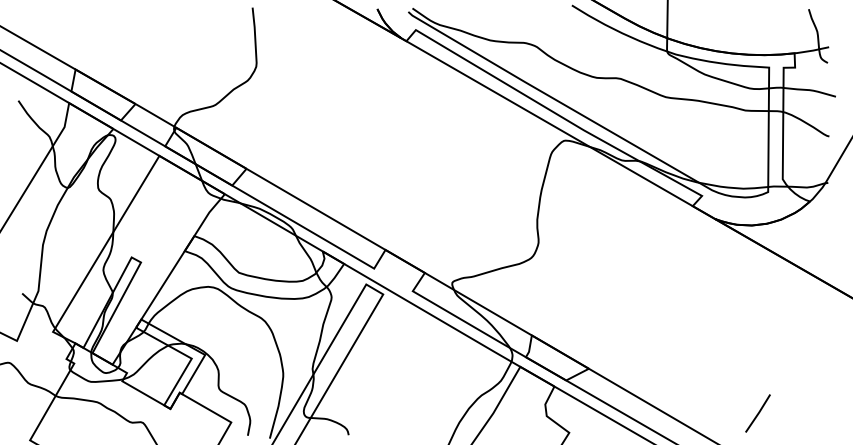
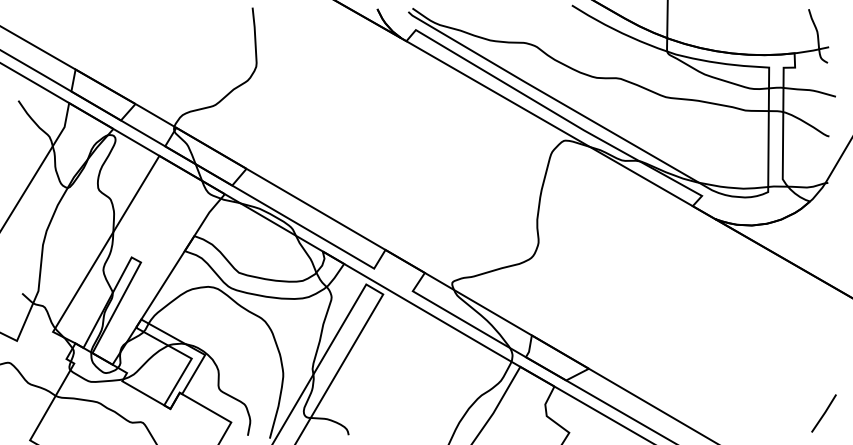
line at (757, 413) position: (757, 413) -> (823, 413)
